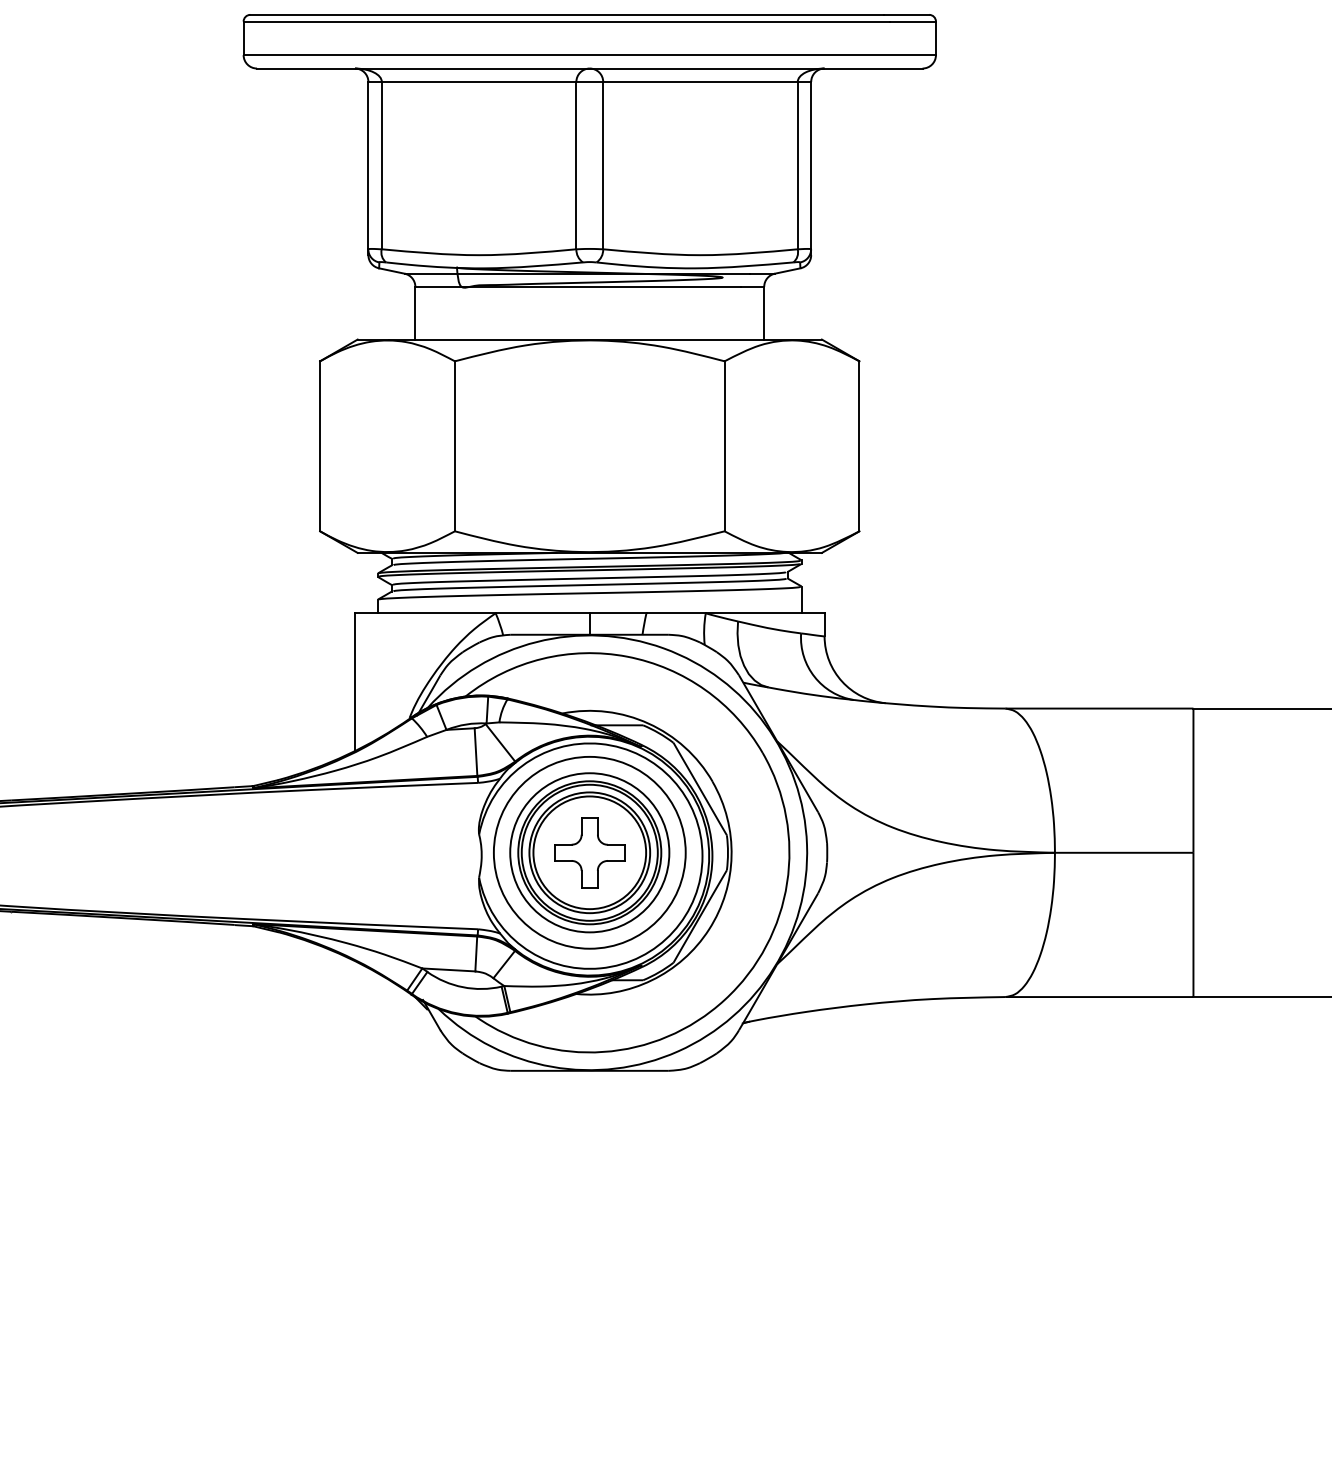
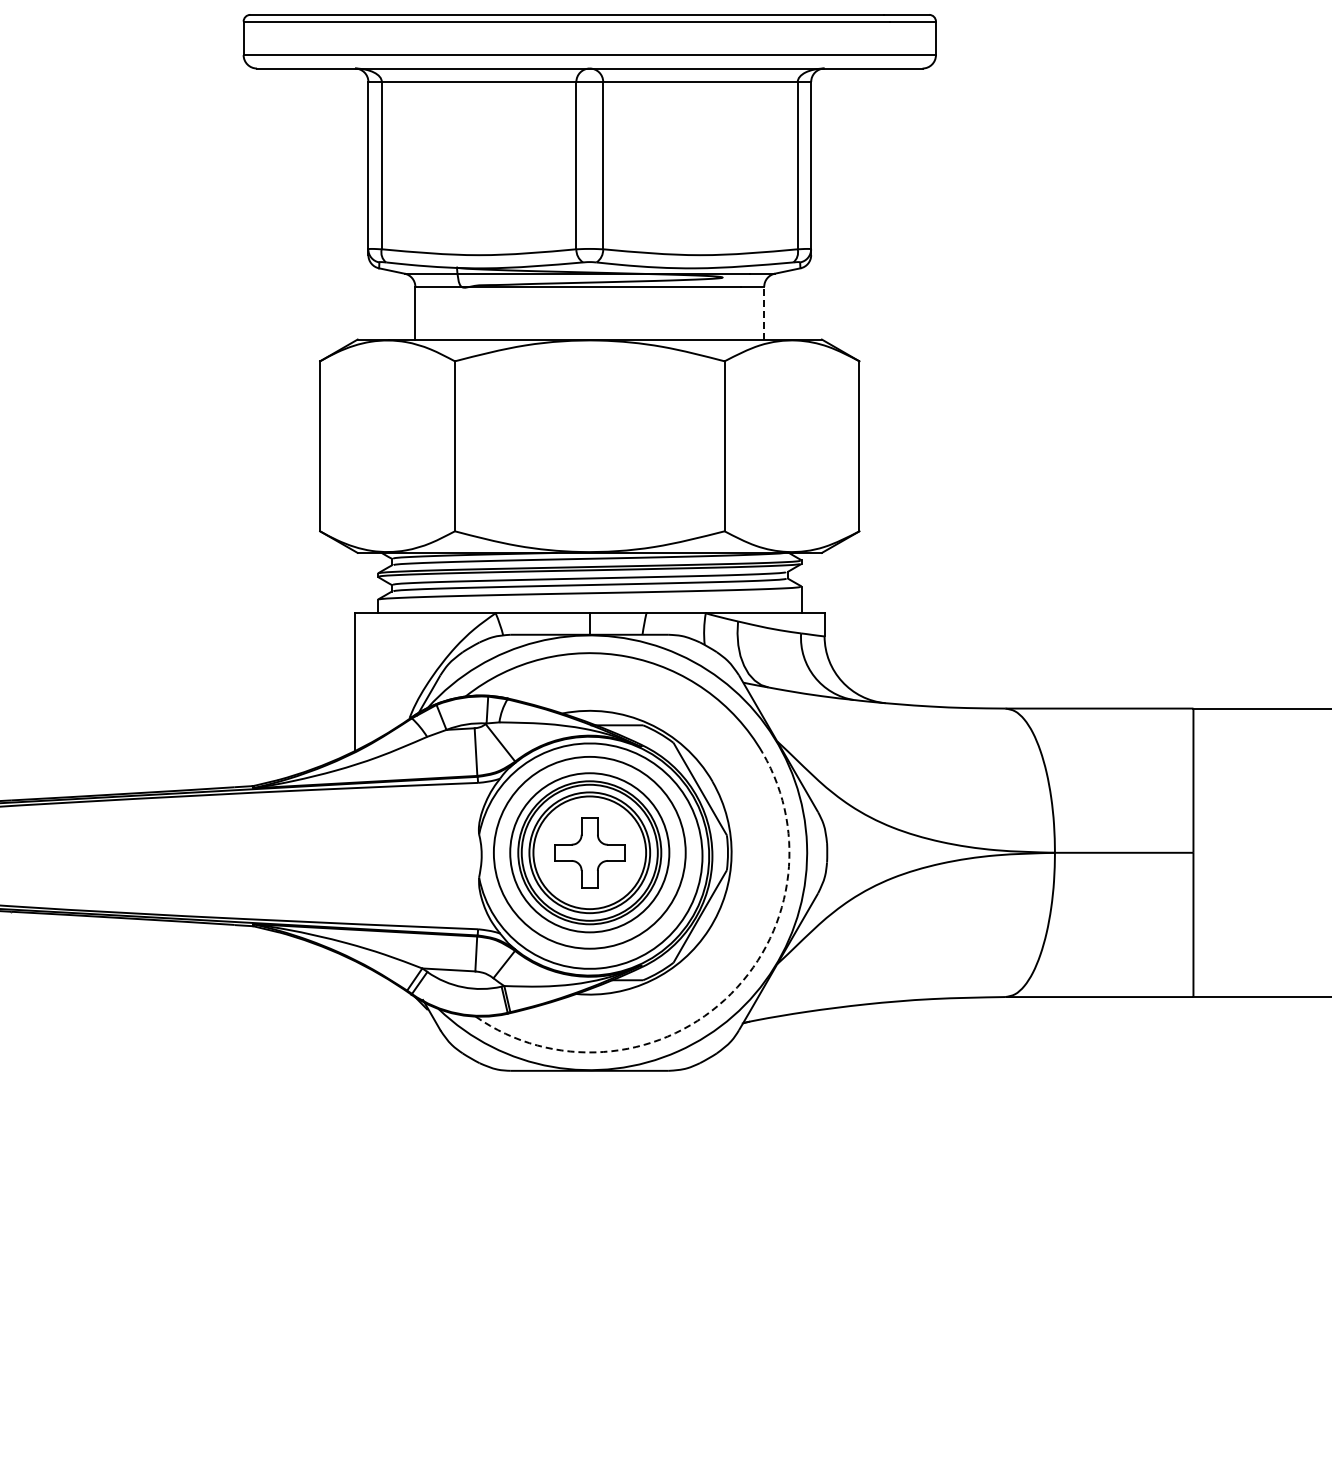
line at (764, 312): solid -> dashed
arc at (724, 999): solid -> dashed
